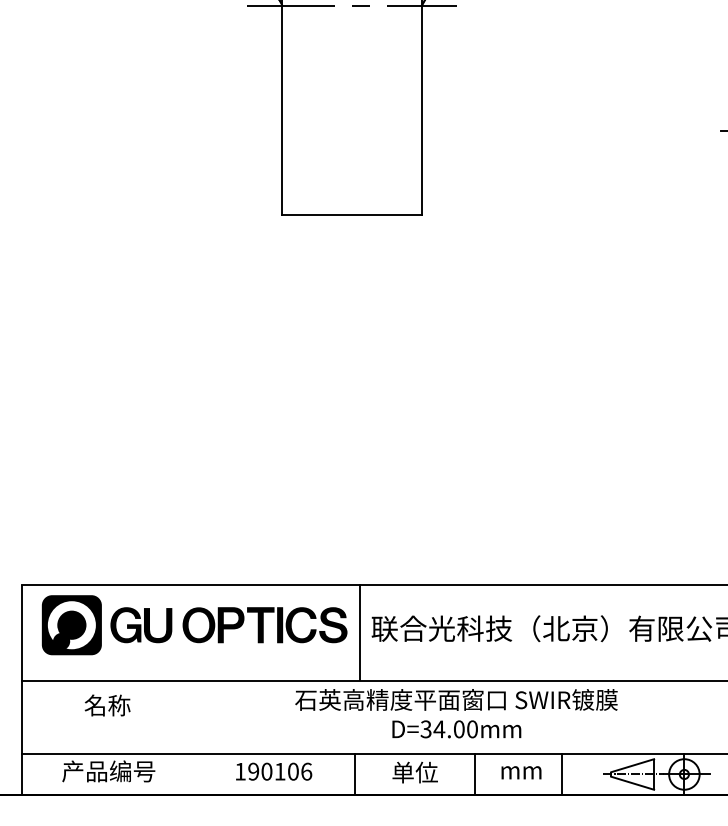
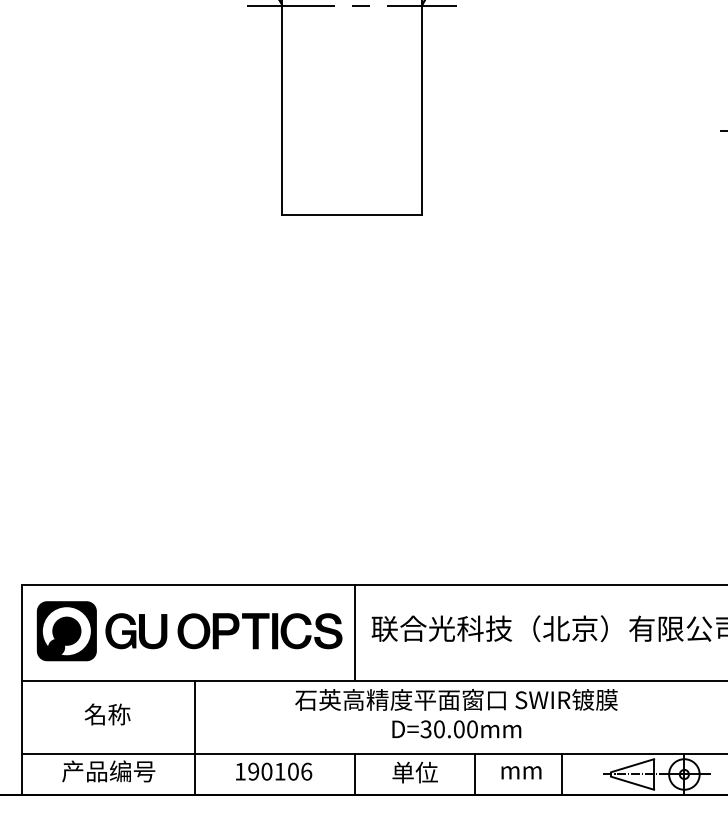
part at (194, 625) position: (194, 625) -> (189, 631)
line at (360, 632) position: (360, 632) -> (355, 632)
text at (107, 705) position: (107, 705) -> (107, 714)
text at (439, 729): ^JD=34.00mm -> ^JD=30.00mm
line at (195, 737): none -> present
